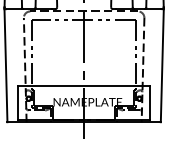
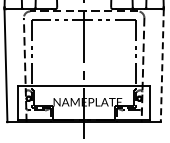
line at (162, 66): solid -> dashed
